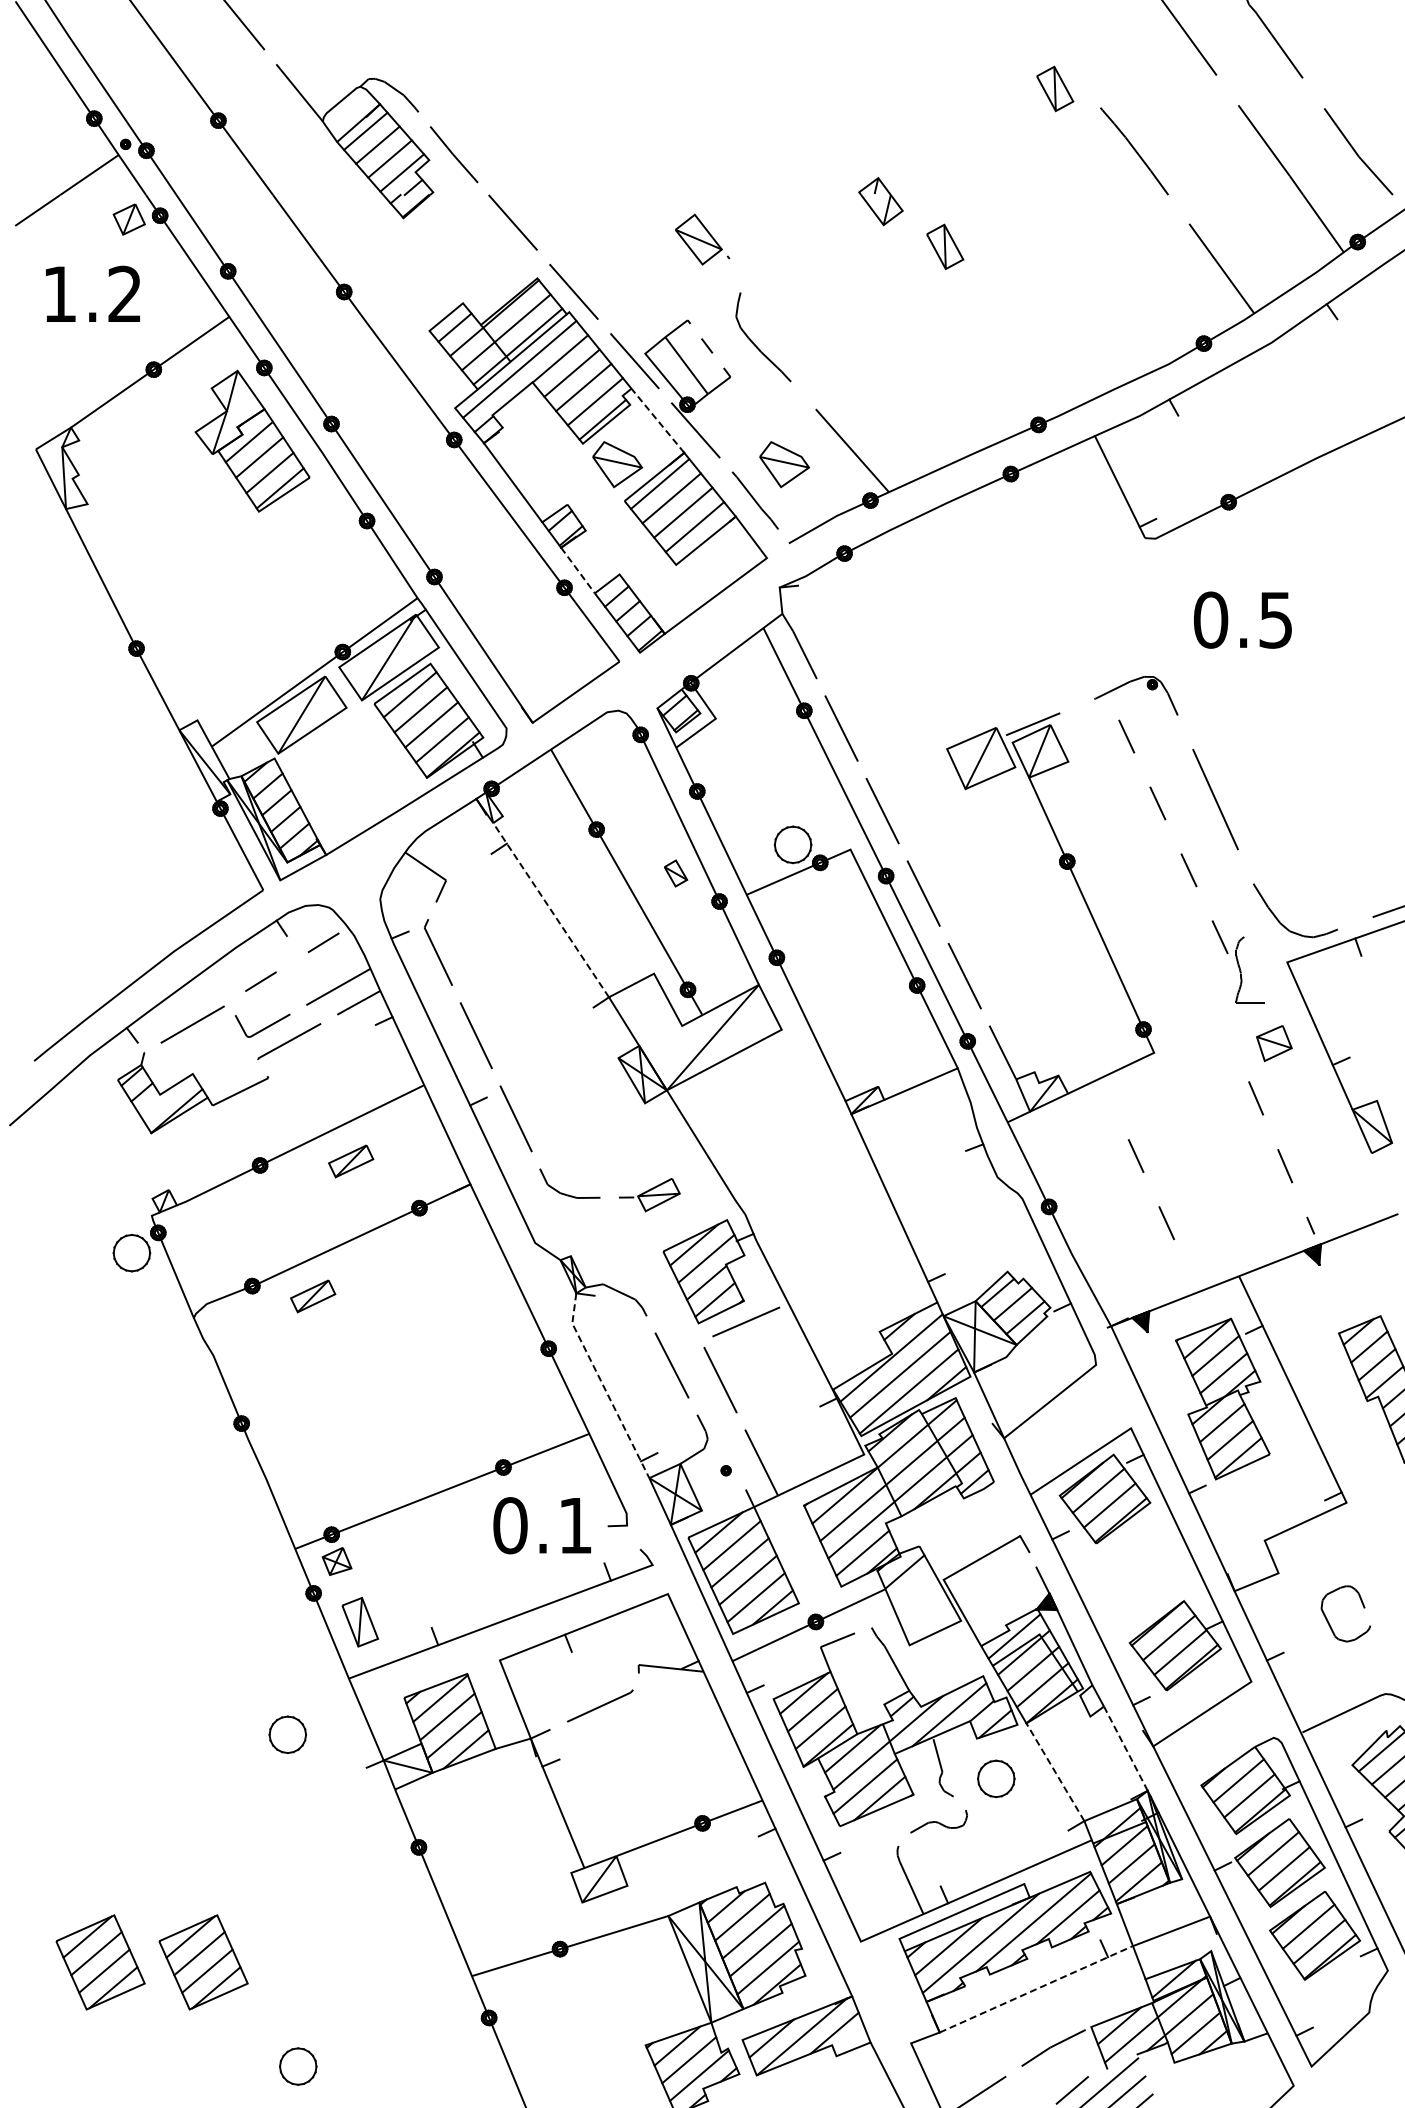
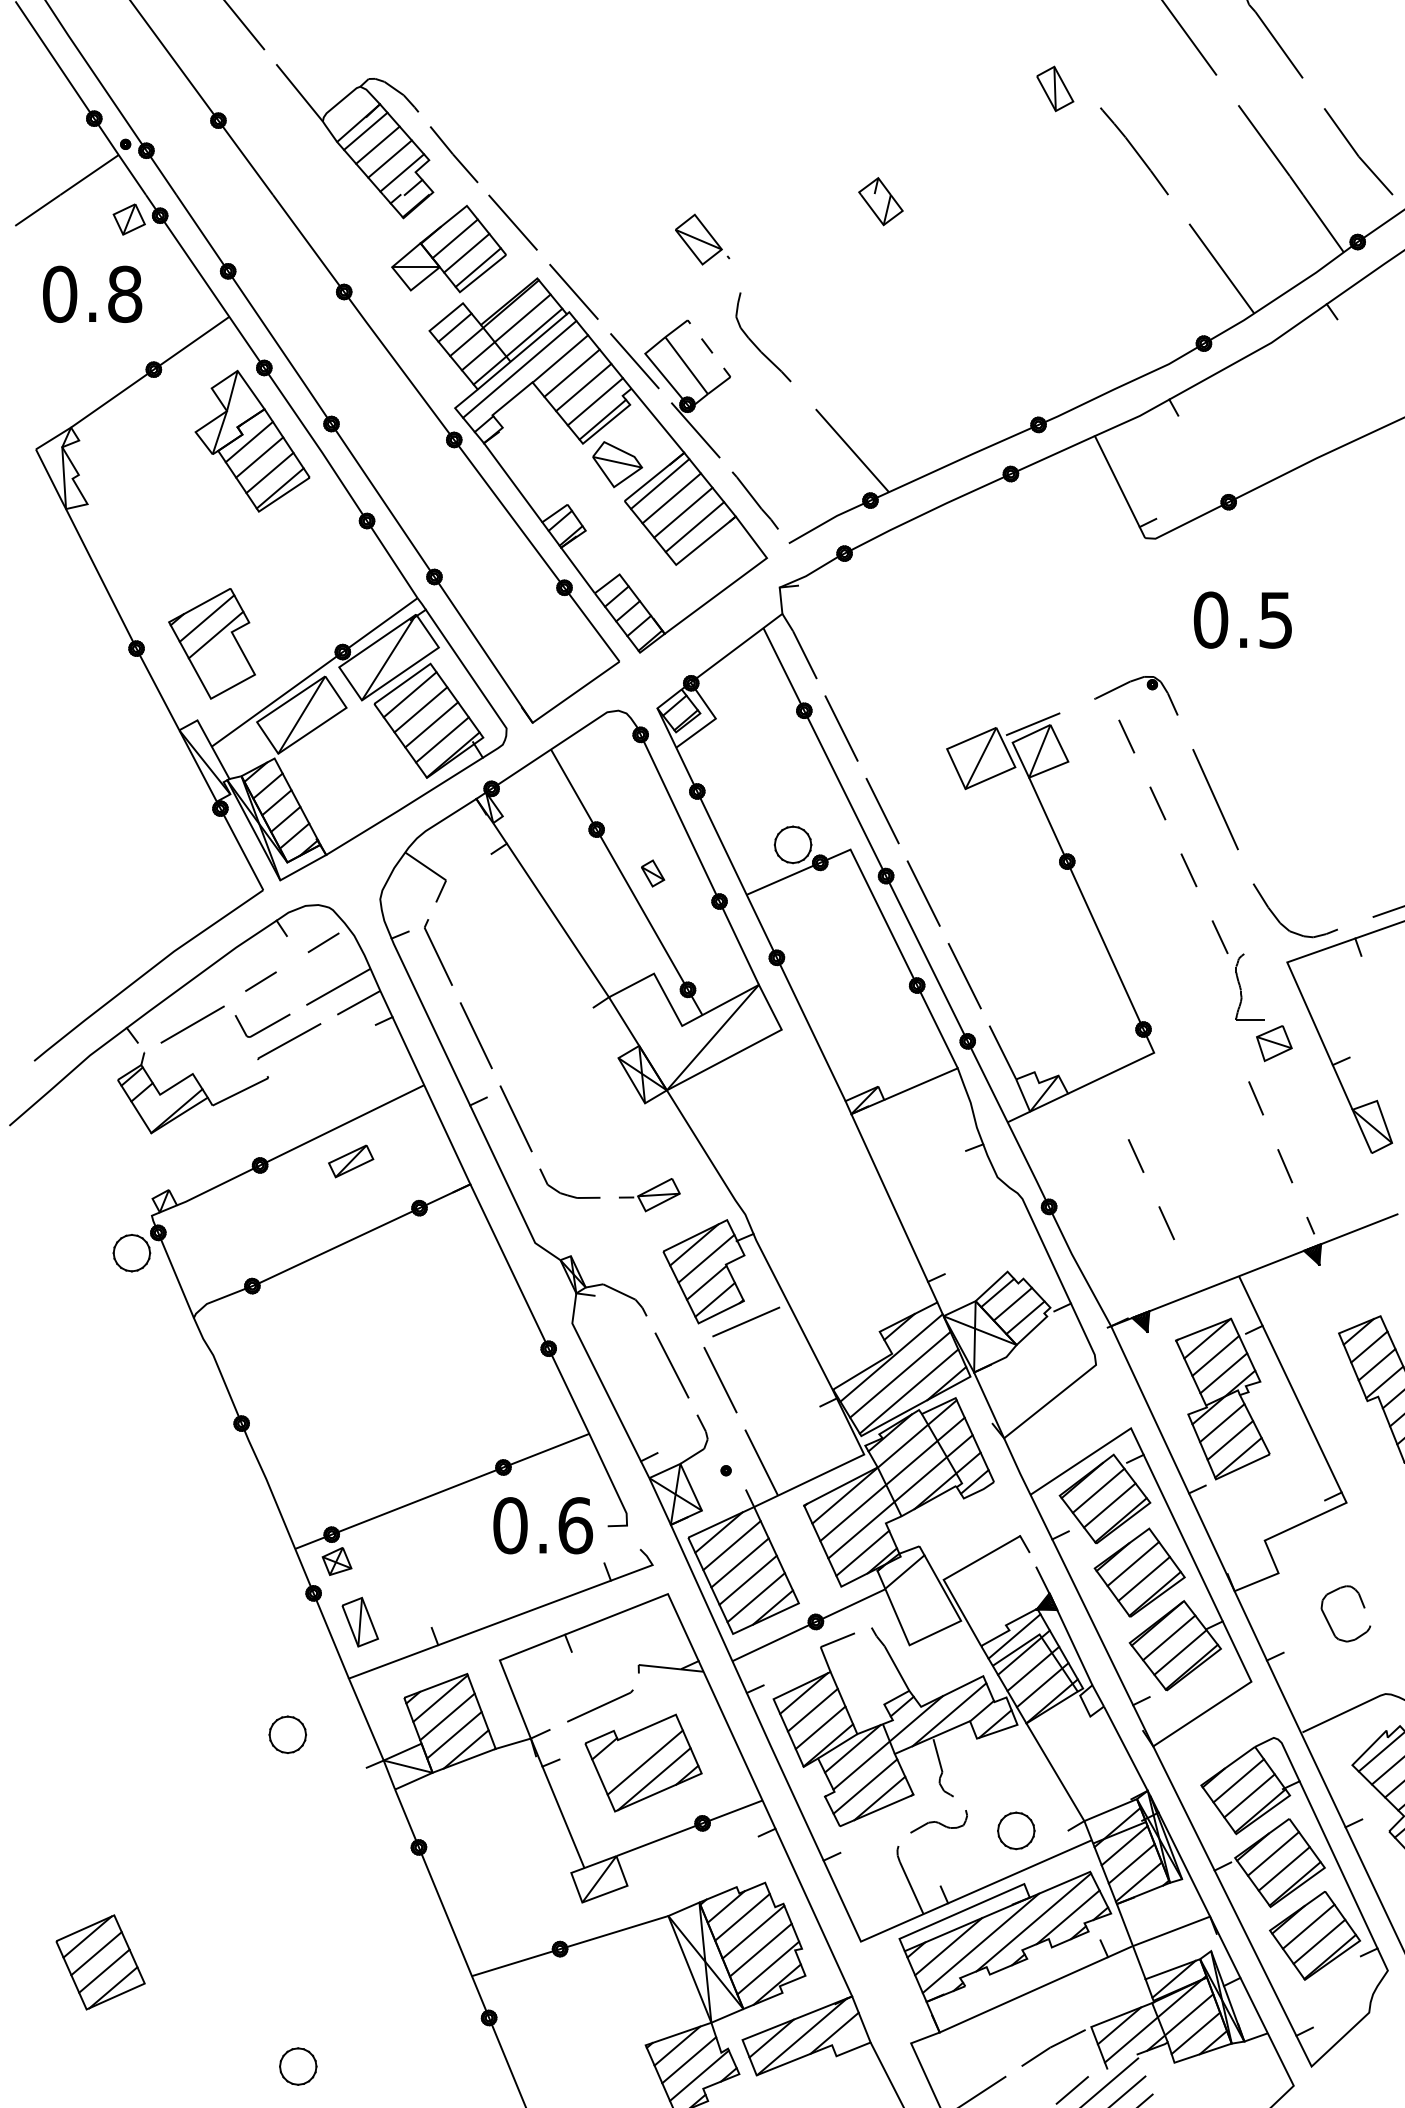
part at (945, 246): present -> none
part at (448, 249): none -> present
text at (92, 293): 1.2 -> 0.8
line at (657, 420): dashed -> solid
part at (784, 464): present -> none
line at (578, 570): dashed -> solid
part at (211, 643): none -> present
part at (676, 873) position: (676, 873) -> (653, 873)
line at (551, 910): dashed -> solid
part at (1241, 970) position: (1241, 970) -> (1241, 987)
part at (313, 1296): present -> none
line at (603, 1386): dashed -> solid
text at (575, 1525): 0.1 -> 0.6
part at (1139, 1572): none -> present
line at (1125, 1748): dashed -> solid
part at (643, 1762): none -> present
line at (1055, 1772): dashed -> solid
part at (996, 1778) position: (996, 1778) -> (1016, 1830)
part at (203, 1962): present -> none
line at (1036, 1989): dashed -> solid
